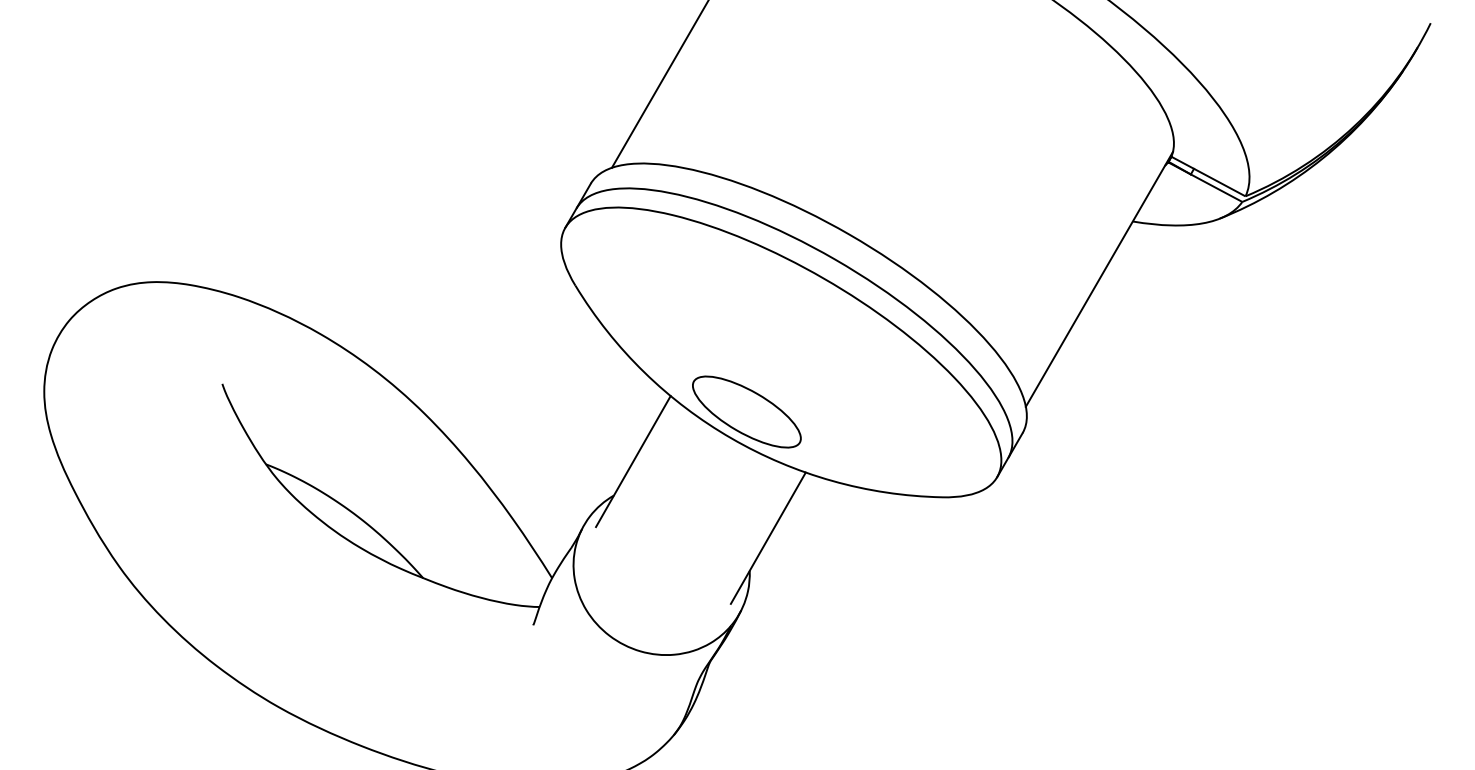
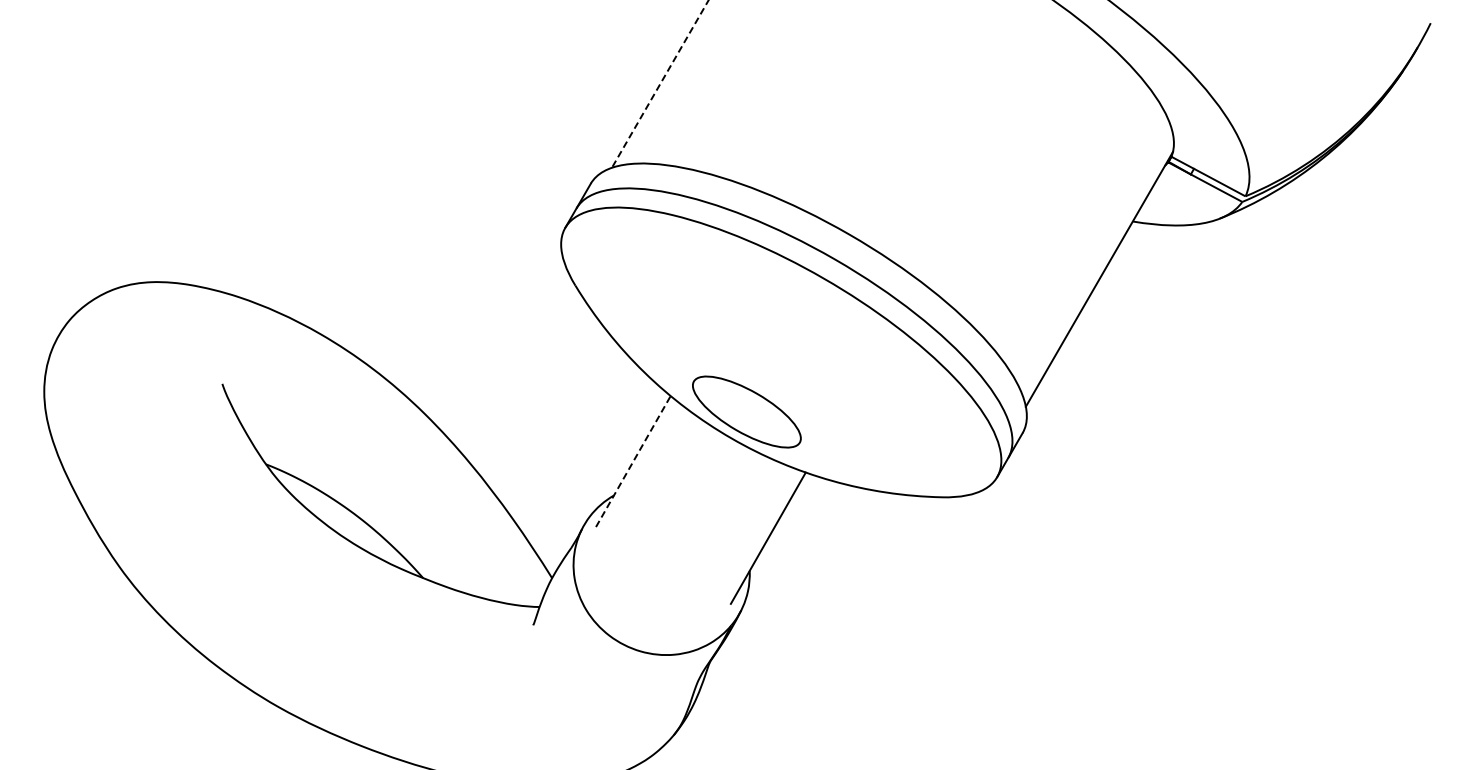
line at (660, 84): solid -> dashed
line at (633, 461): solid -> dashed
